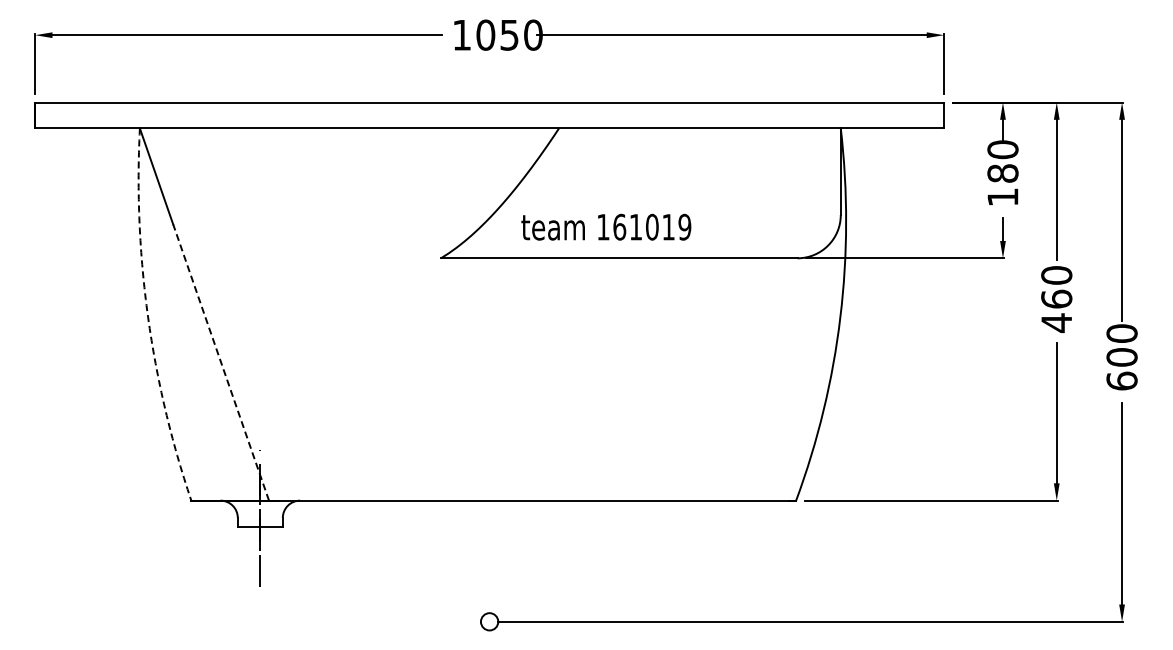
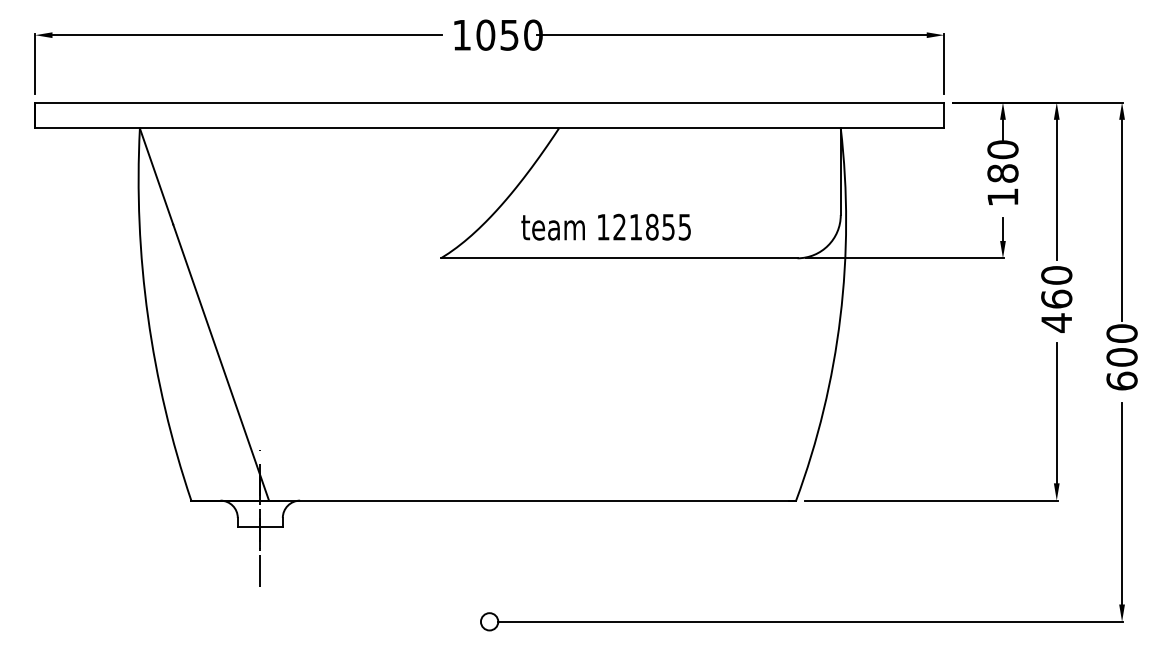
text at (652, 226): 161019 -> 121855
arc at (148, 317): dashed -> solid
line at (220, 362): dashed -> solid
